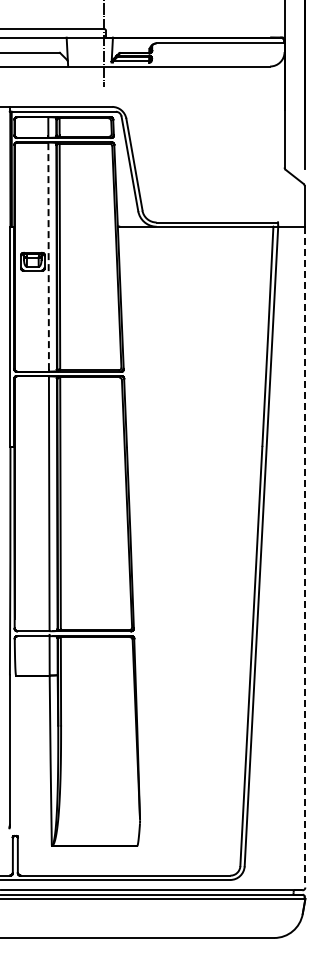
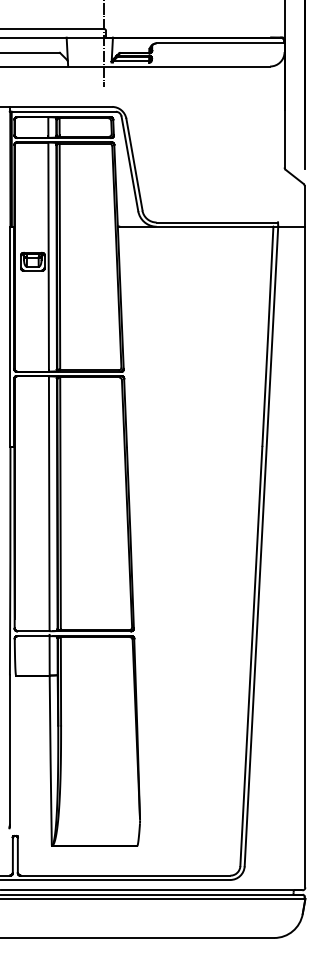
line at (48, 256): dashed -> solid
line at (305, 557): dashed -> solid
